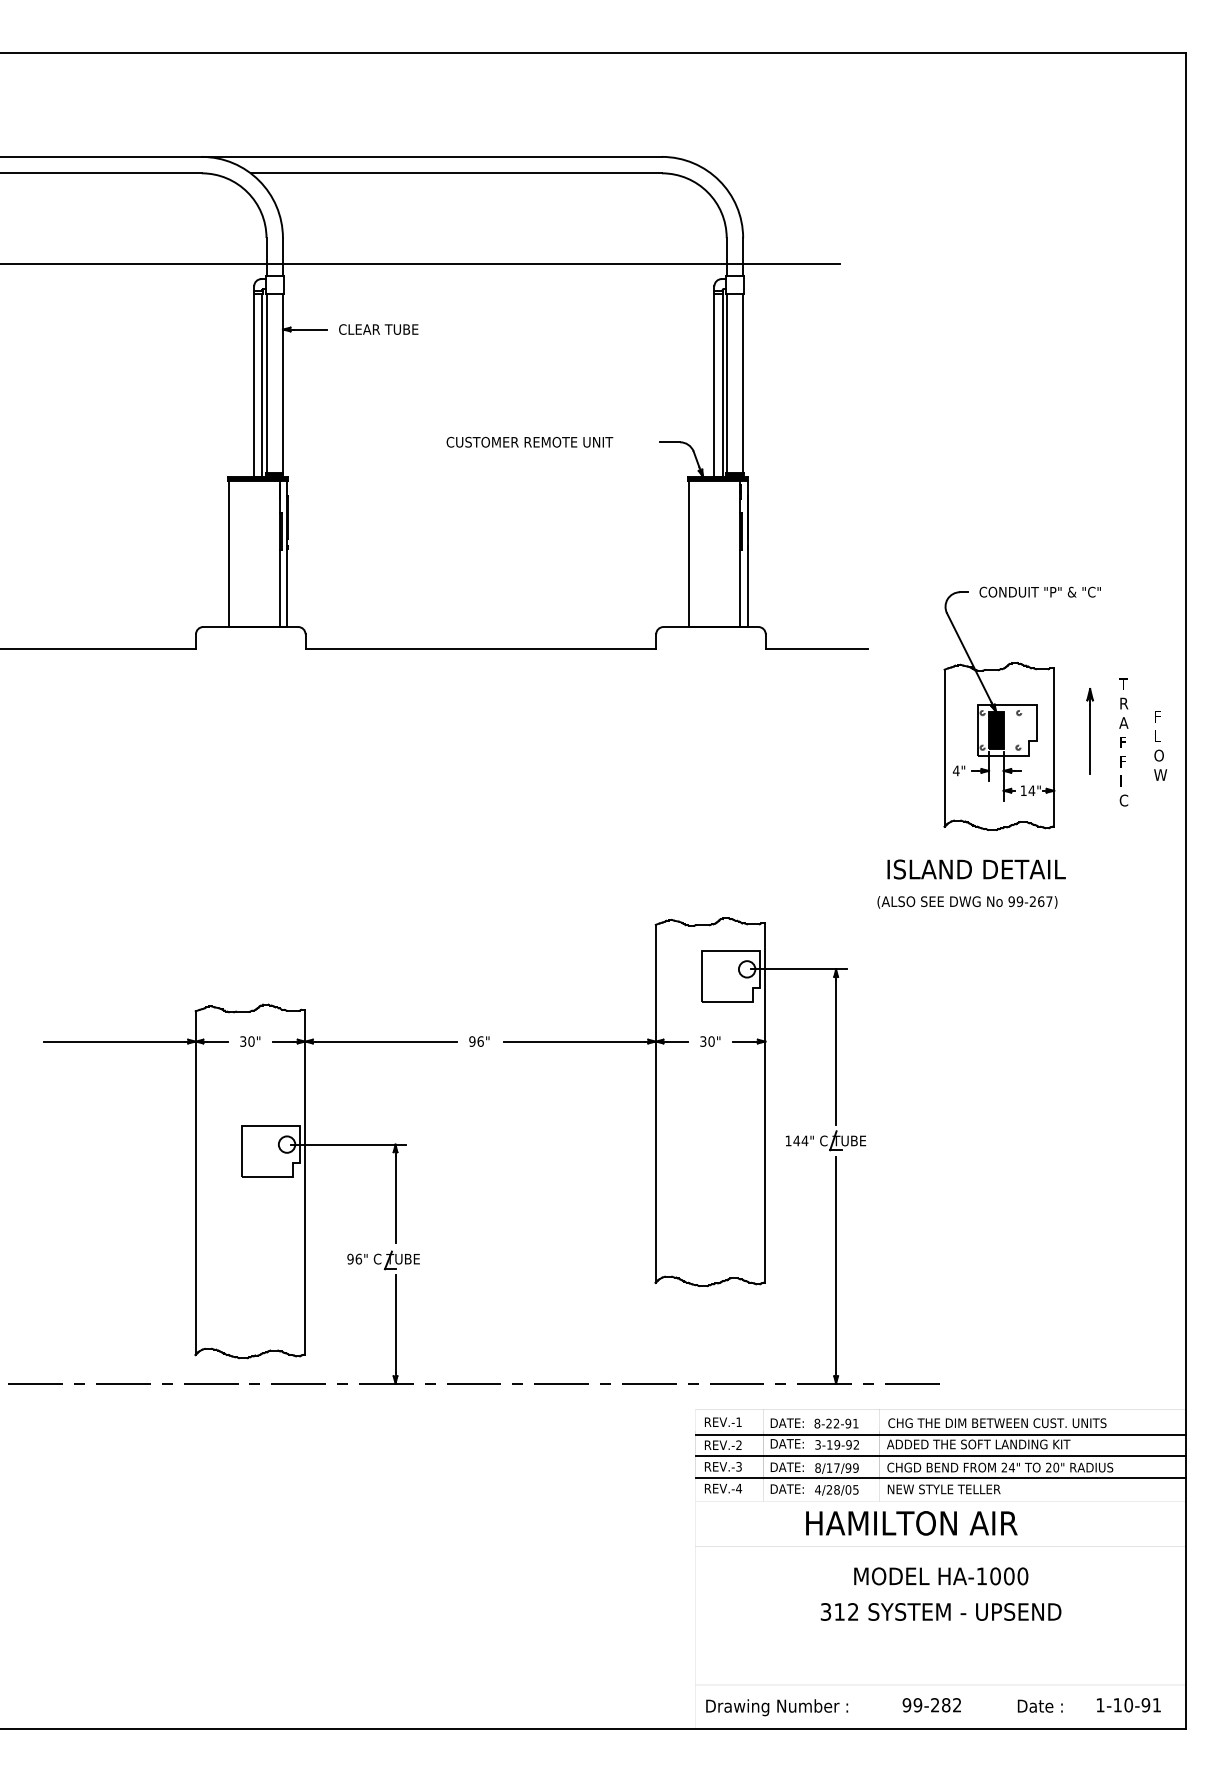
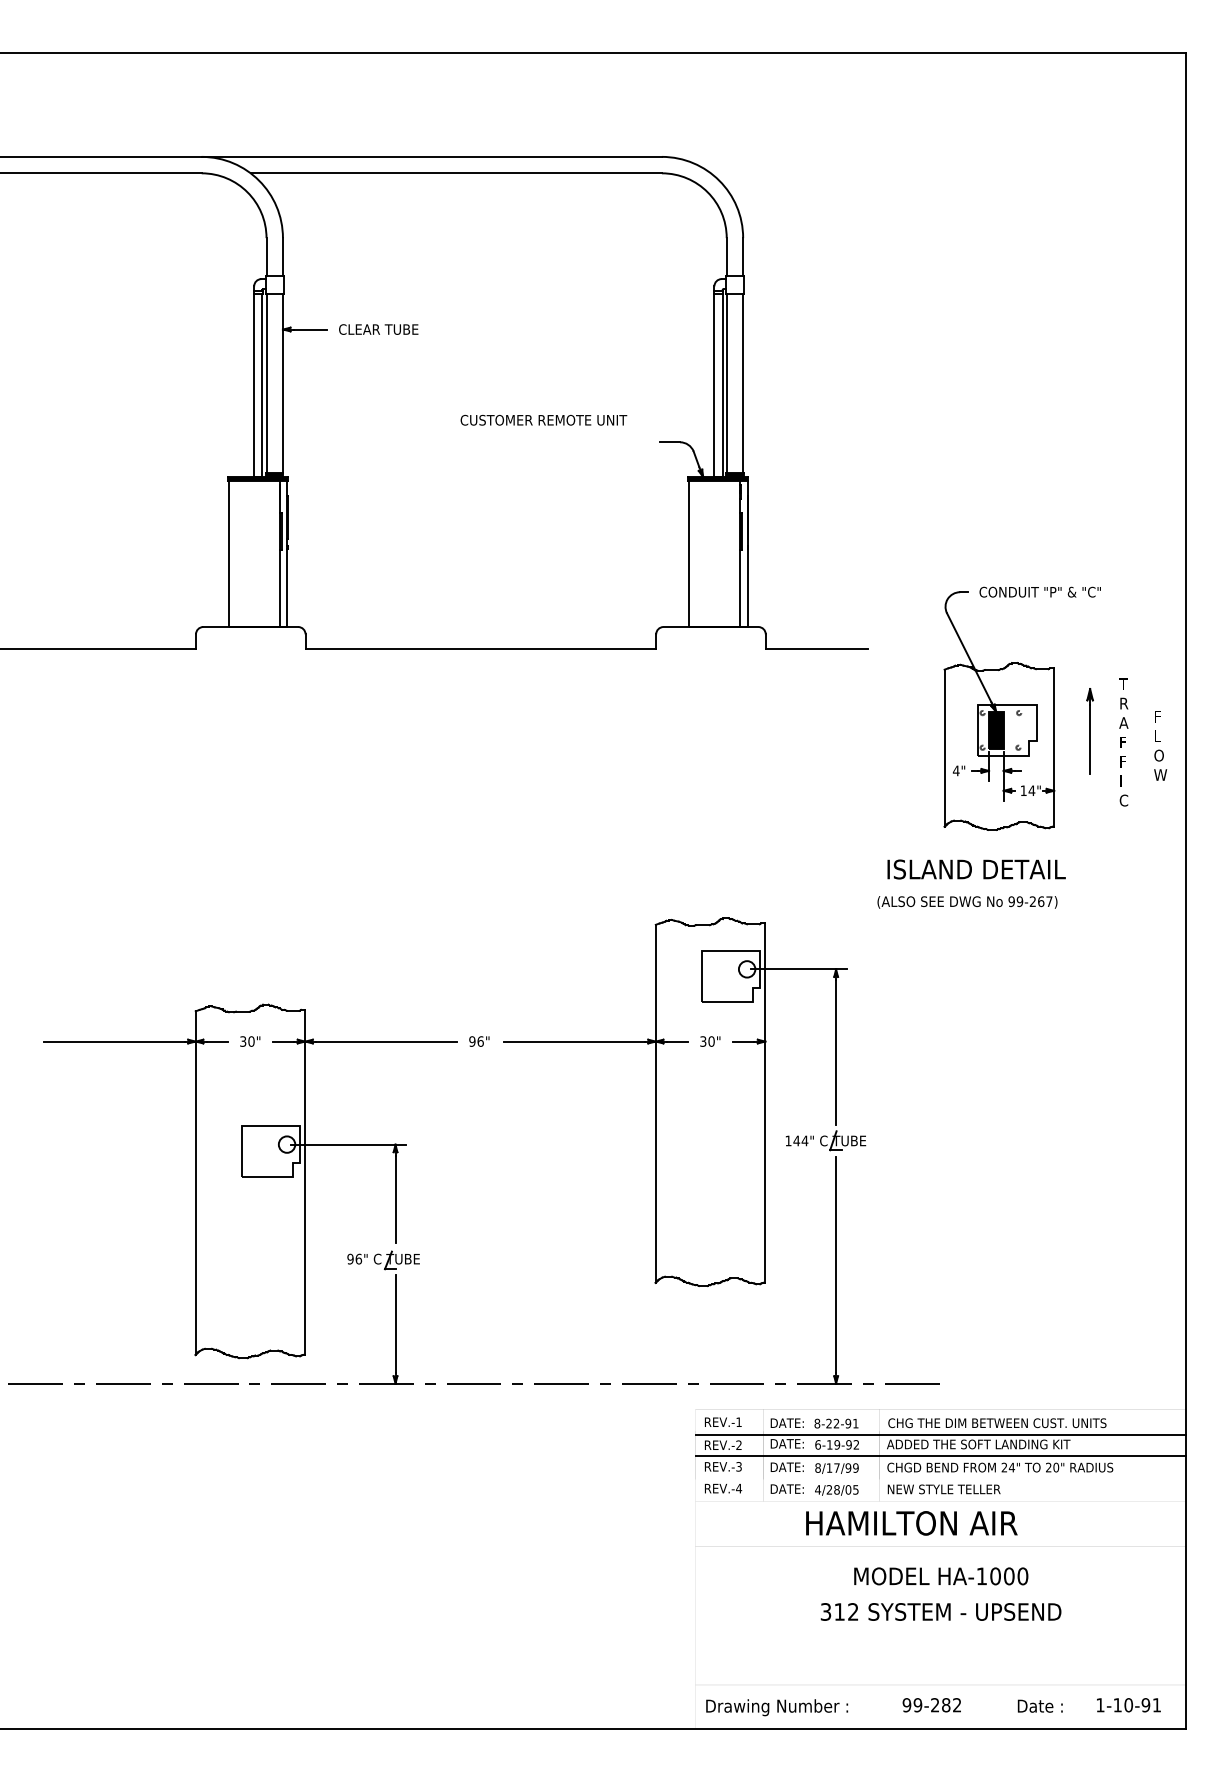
line at (420, 264): present -> none
text at (529, 441) position: (529, 441) -> (543, 419)
text at (817, 1444): 3-19-92 -> 6-19-92
line at (940, 1478): present -> none
